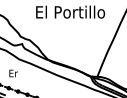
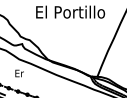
text at (13, 73) position: (13, 73) -> (19, 73)
